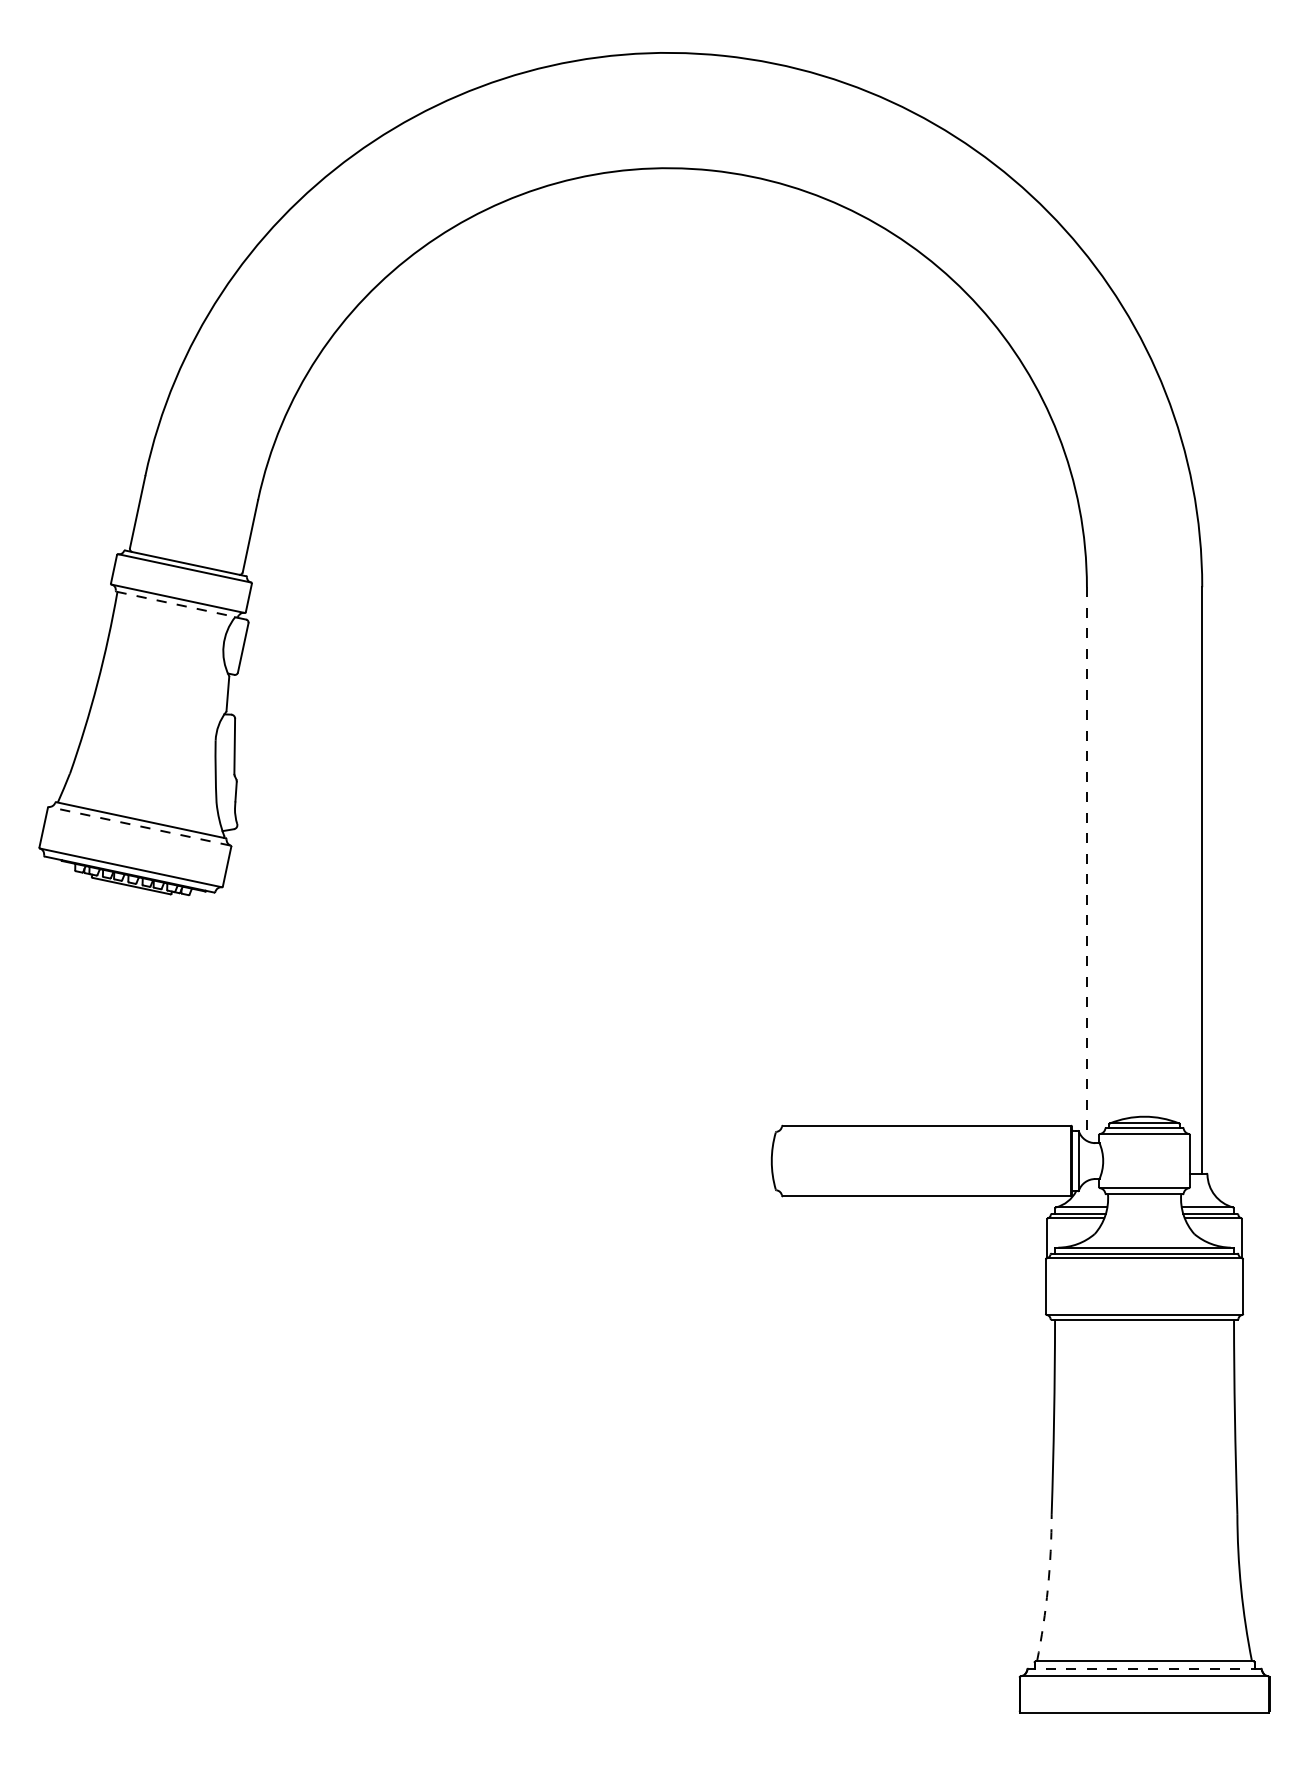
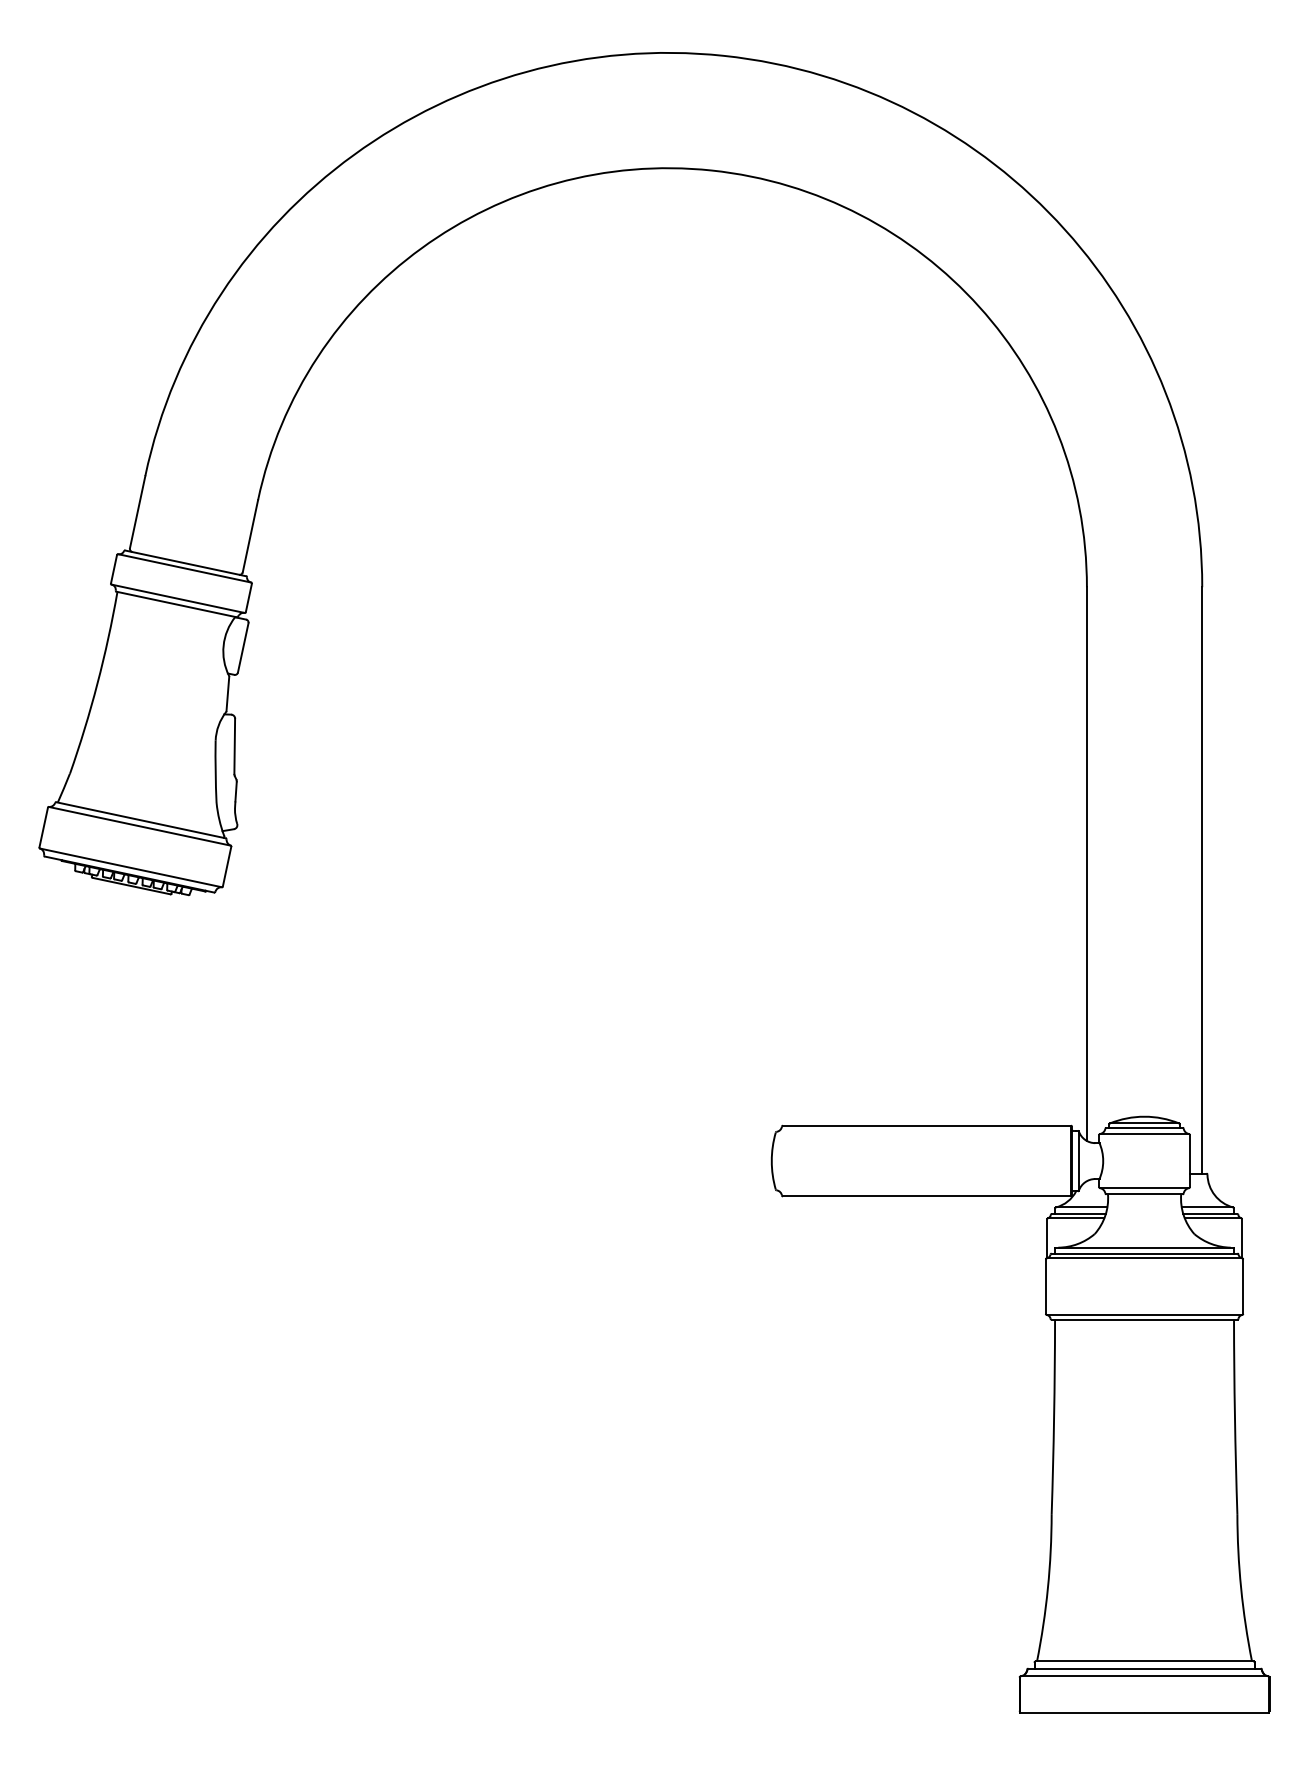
line at (177, 604): dashed -> solid
line at (139, 826): dashed -> solid
line at (1086, 864): dashed -> solid
arc at (1047, 1588): dashed -> solid
line at (1144, 1668): dashed -> solid
